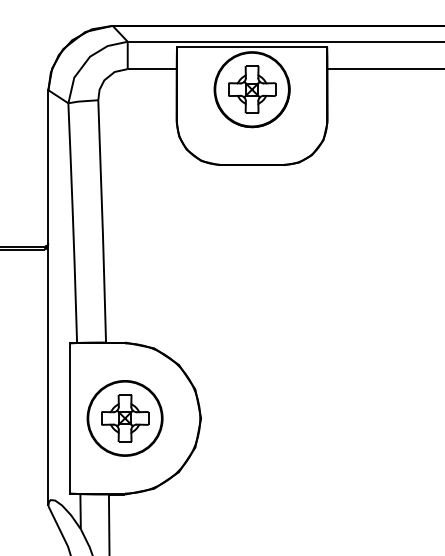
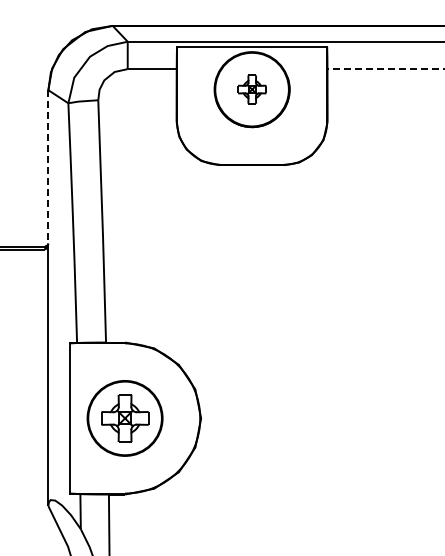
line at (385, 69): solid -> dashed
part at (252, 89) size: 49x49 px -> 30x31 px
line at (48, 167): solid -> dashed
